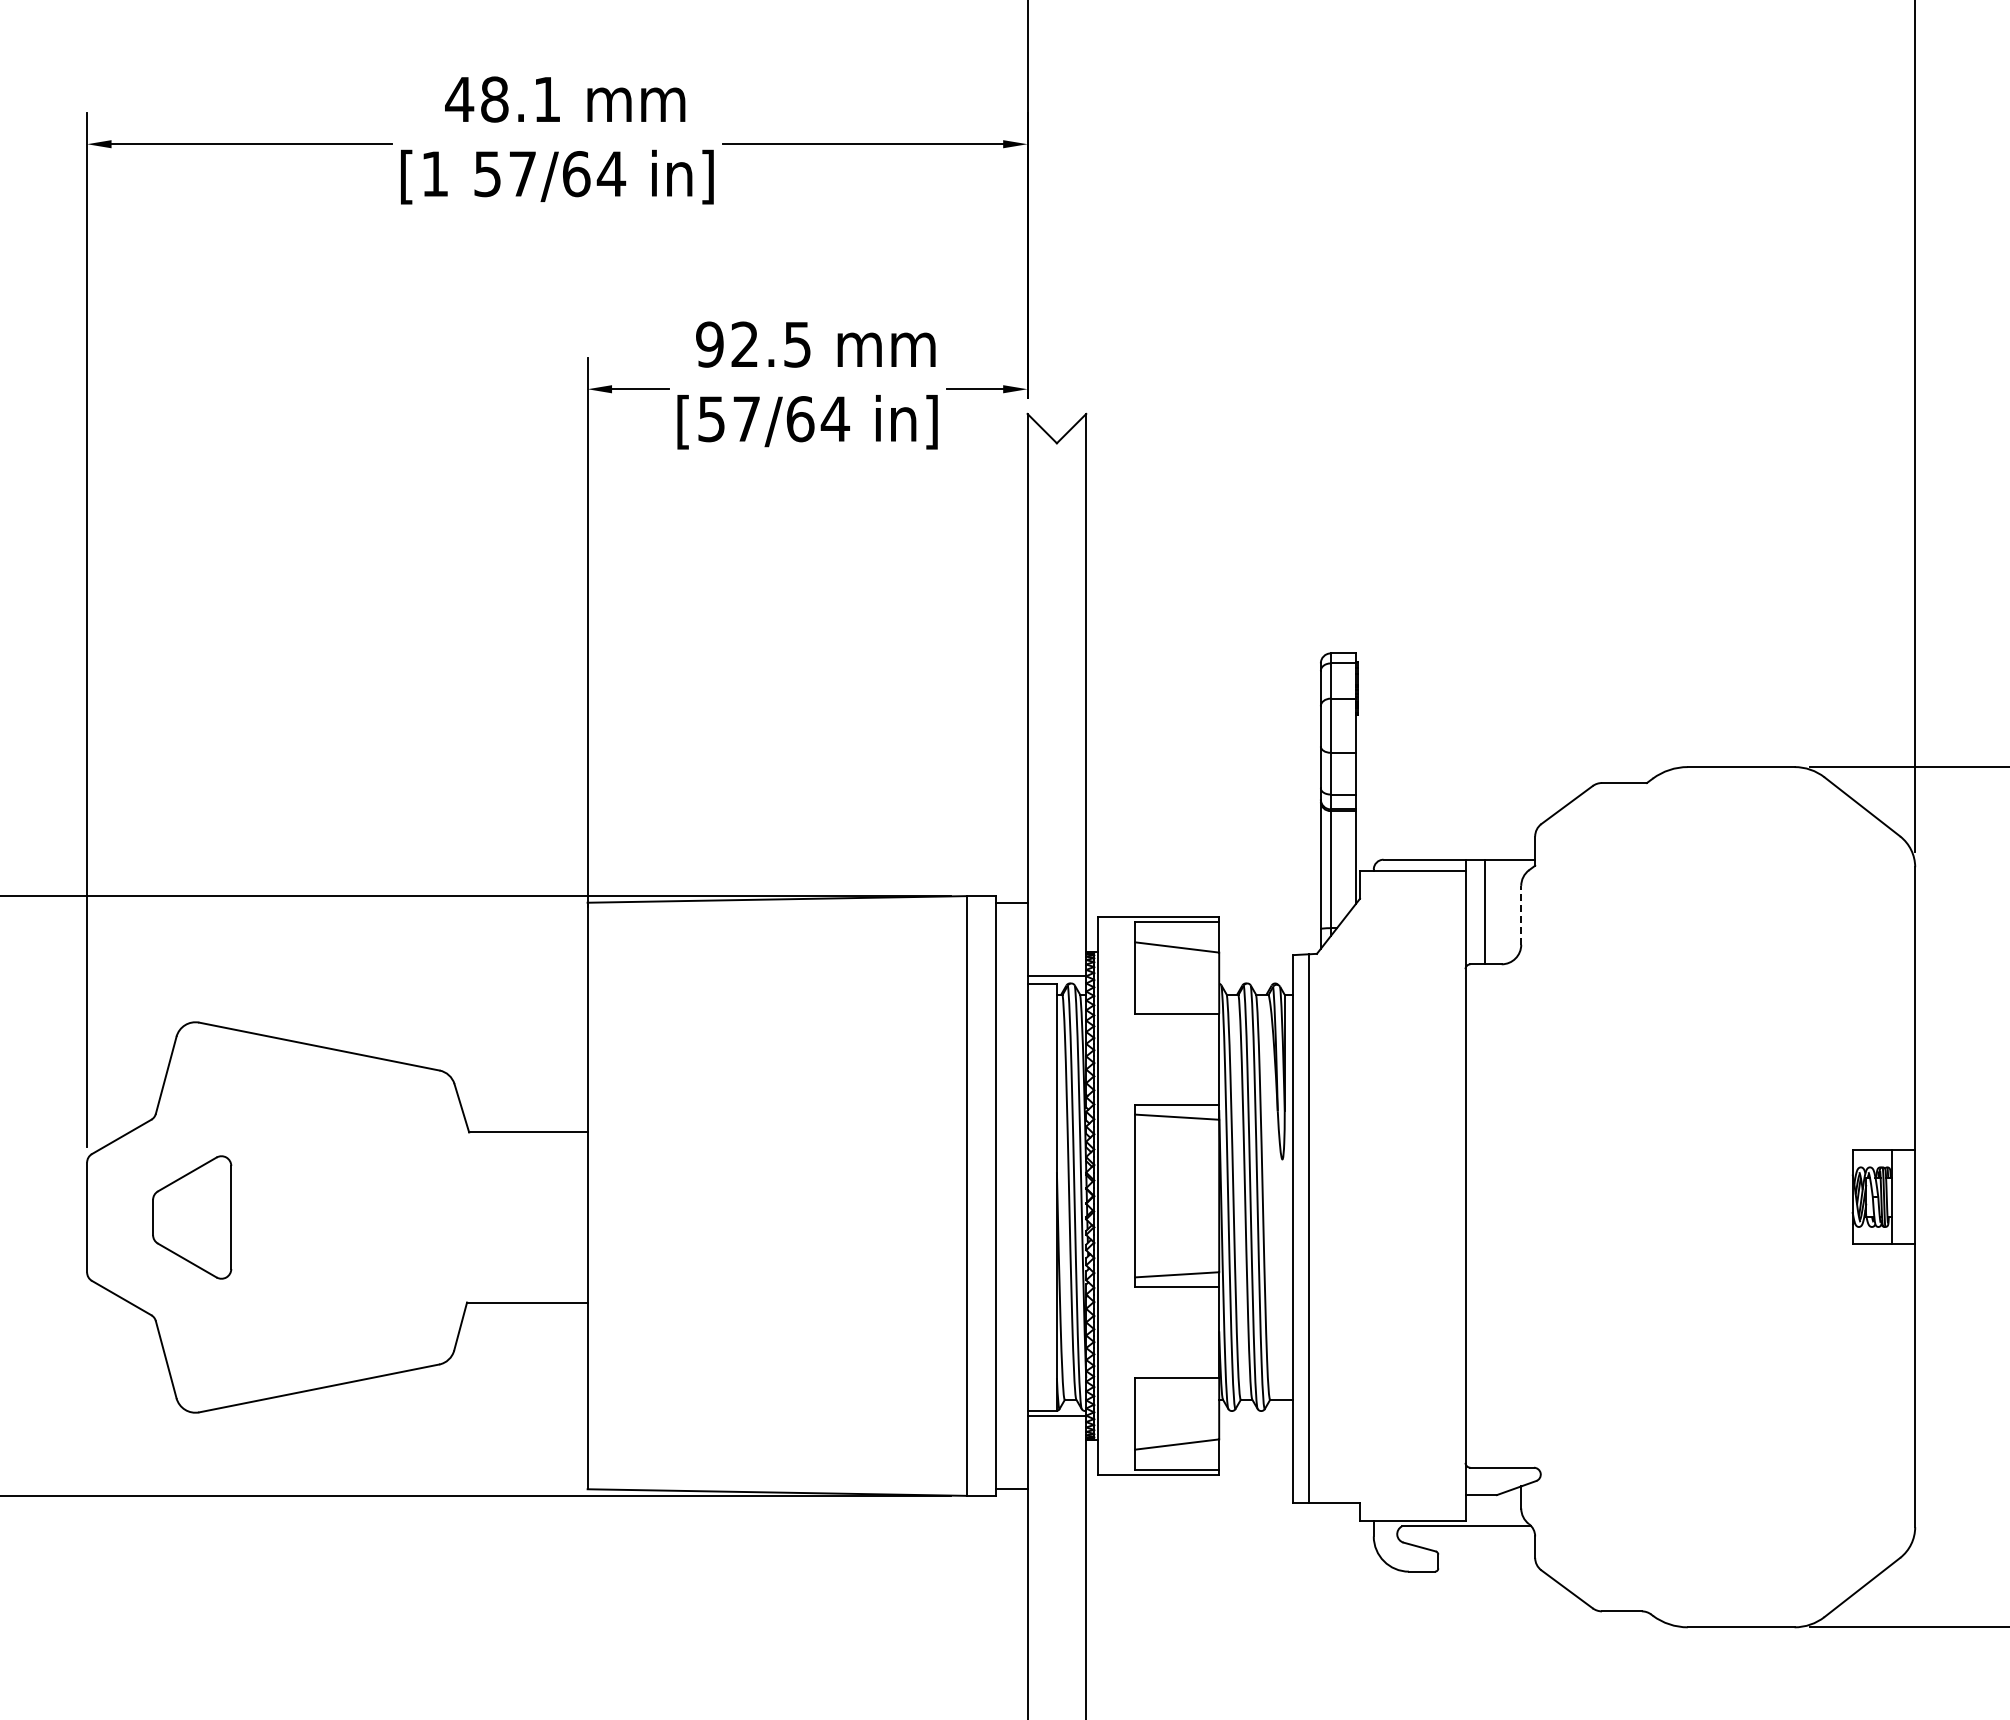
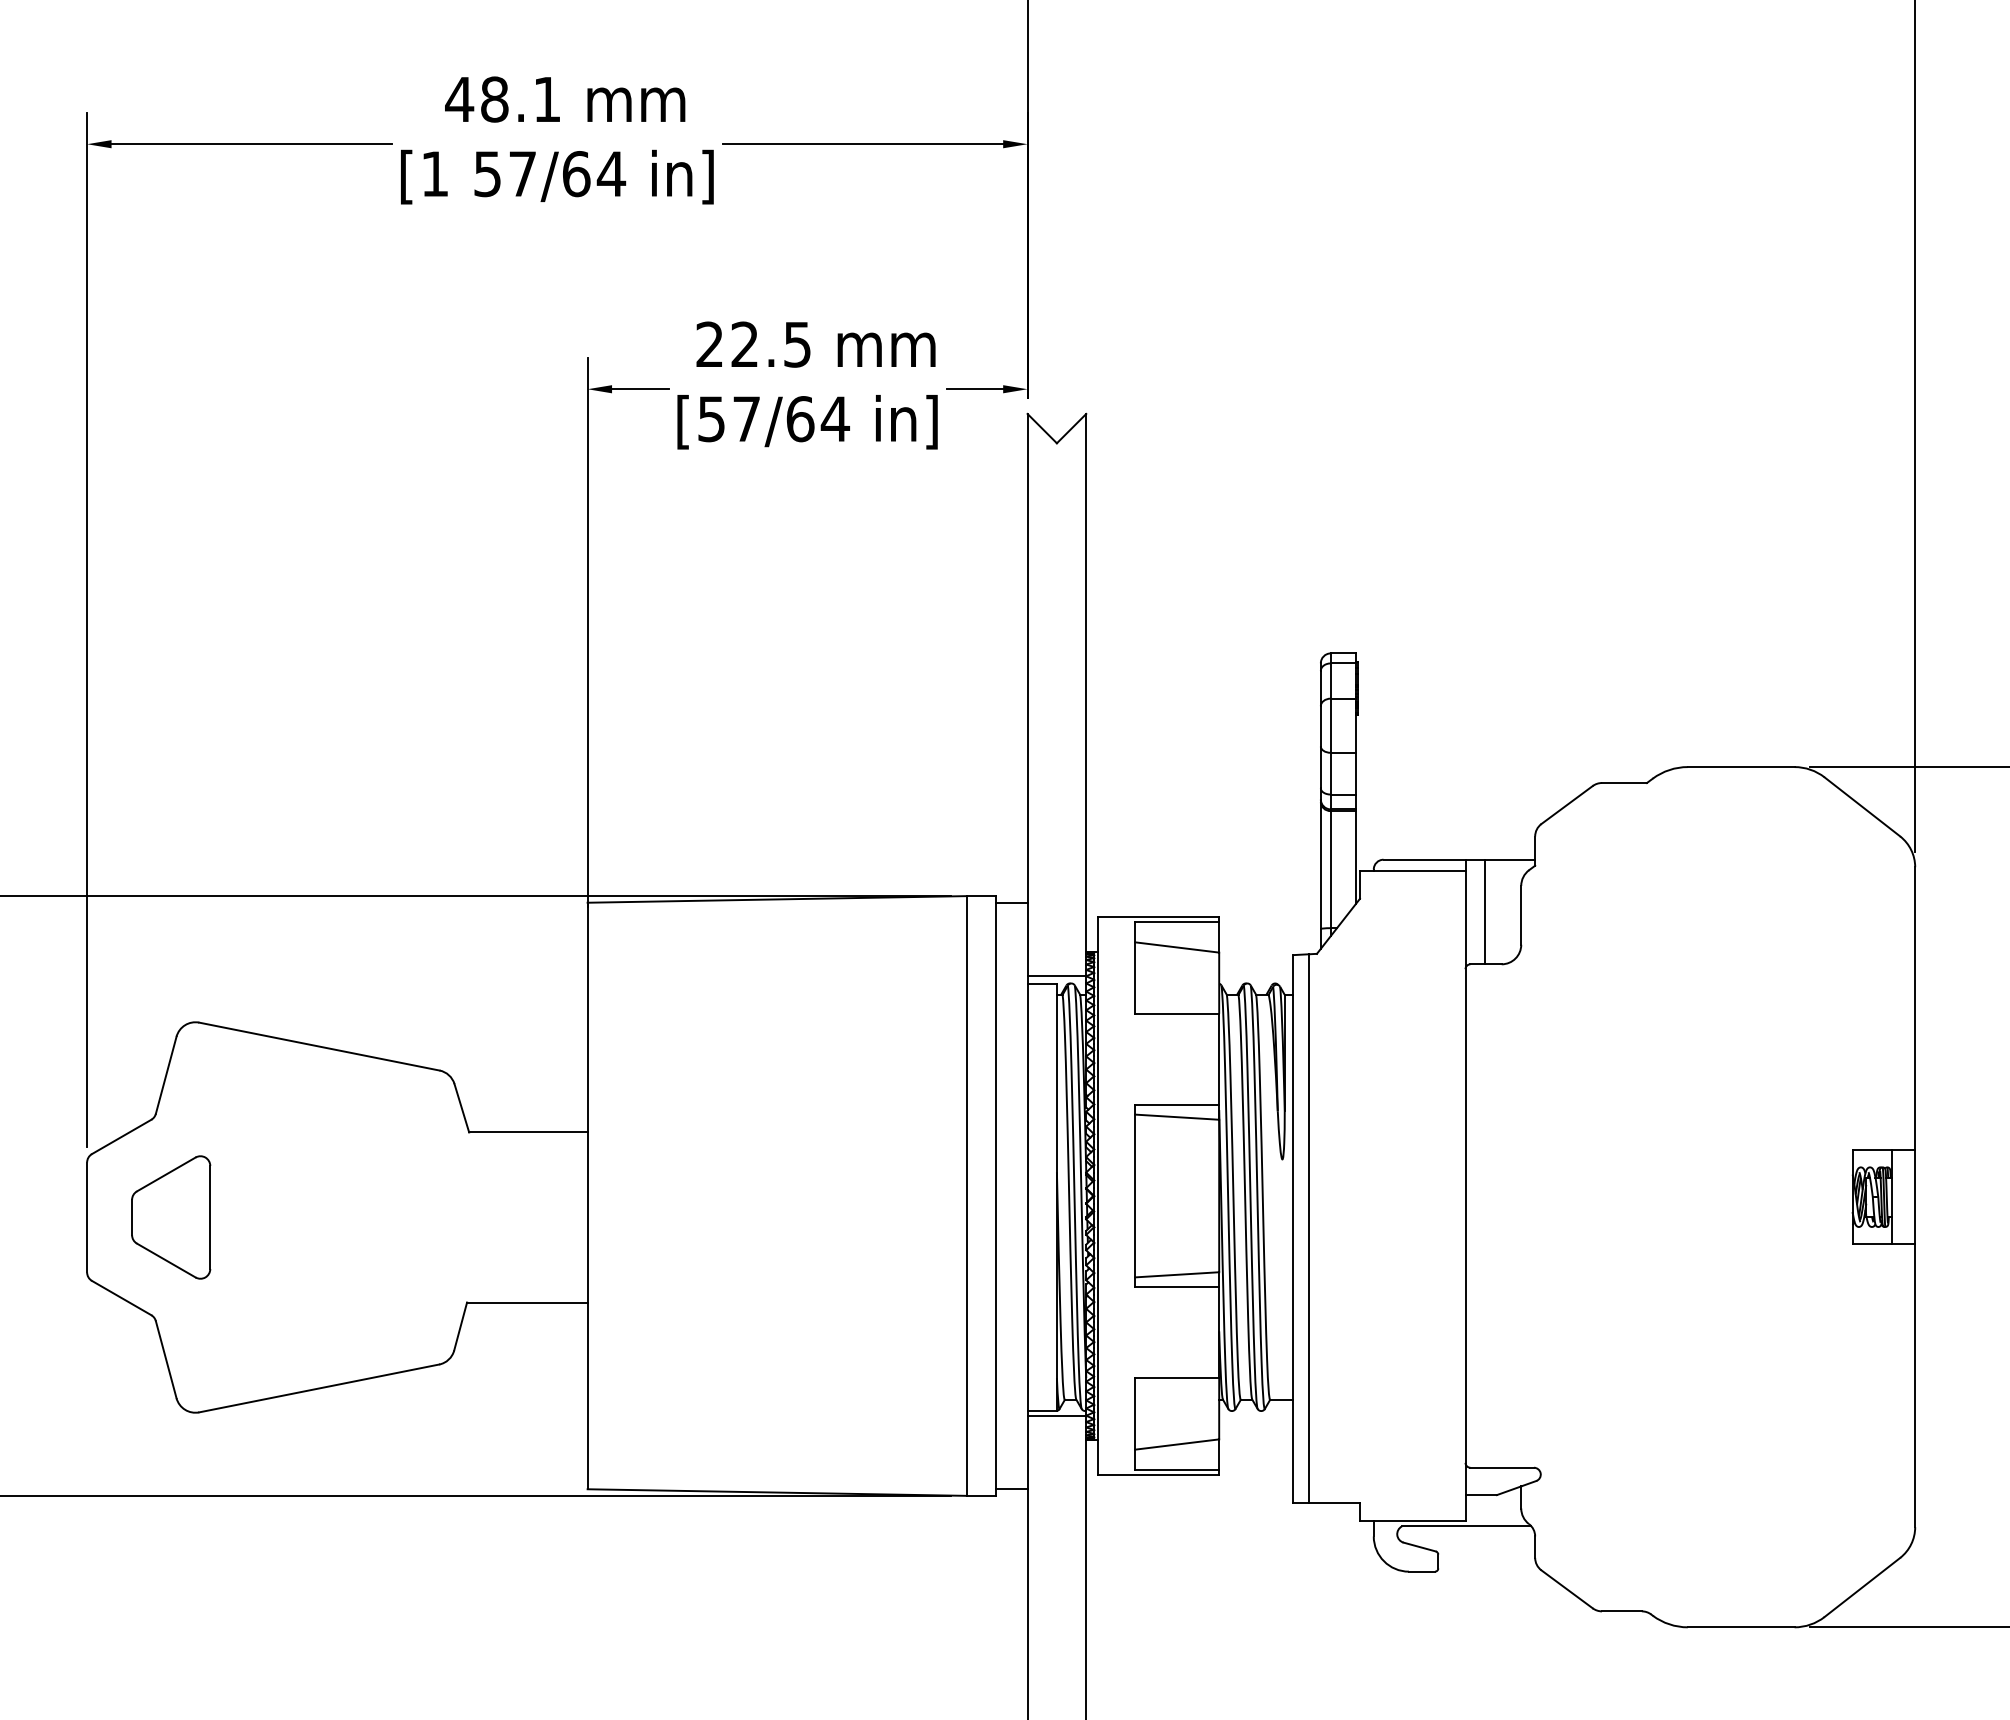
text at (709, 344): 92.5 -> 22.5
line at (1521, 914): dashed -> solid
part at (192, 1217) position: (192, 1217) -> (171, 1217)
